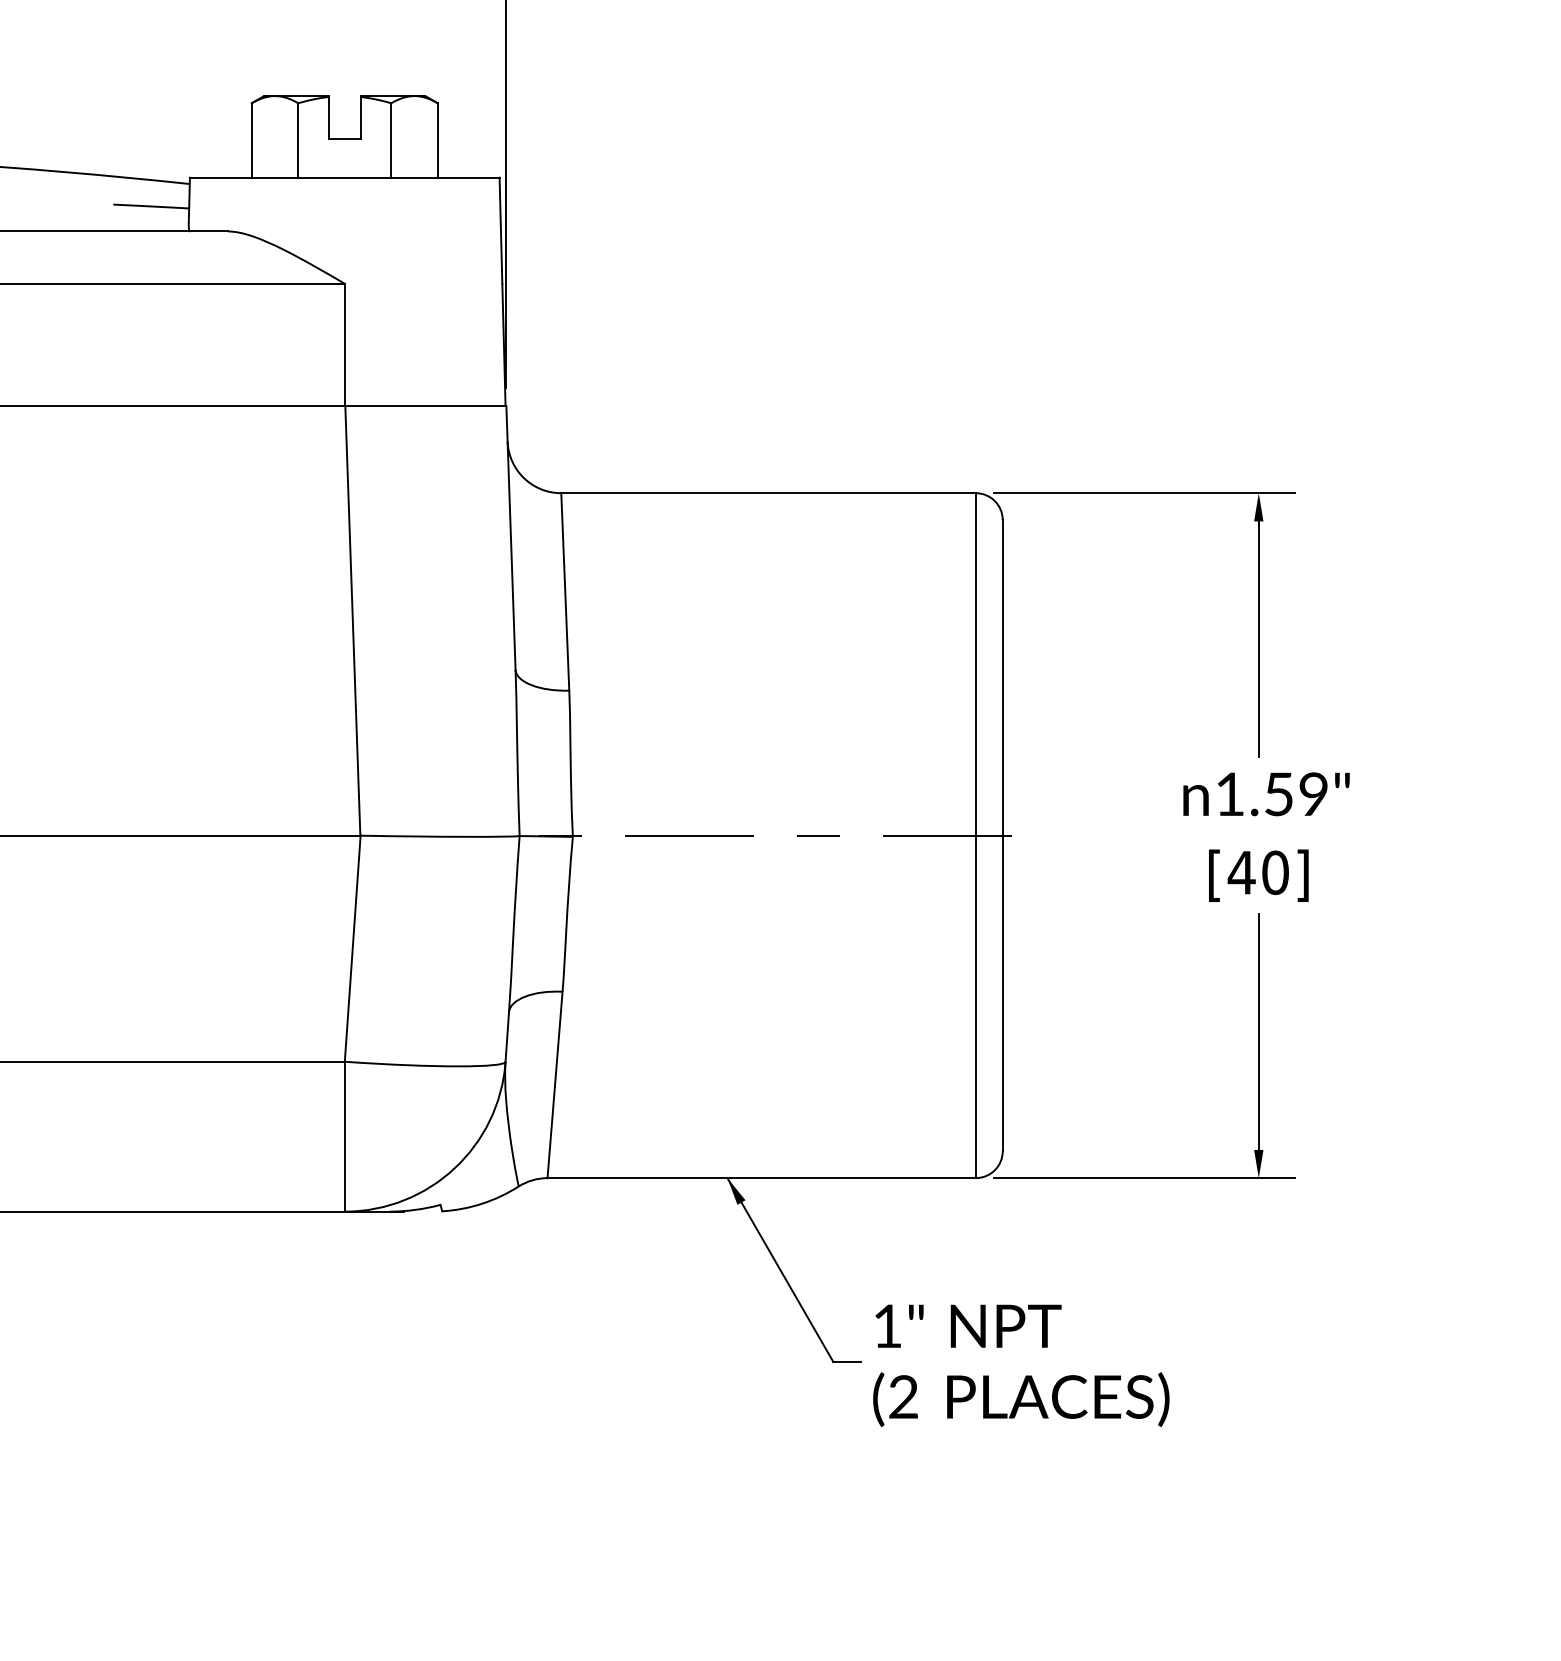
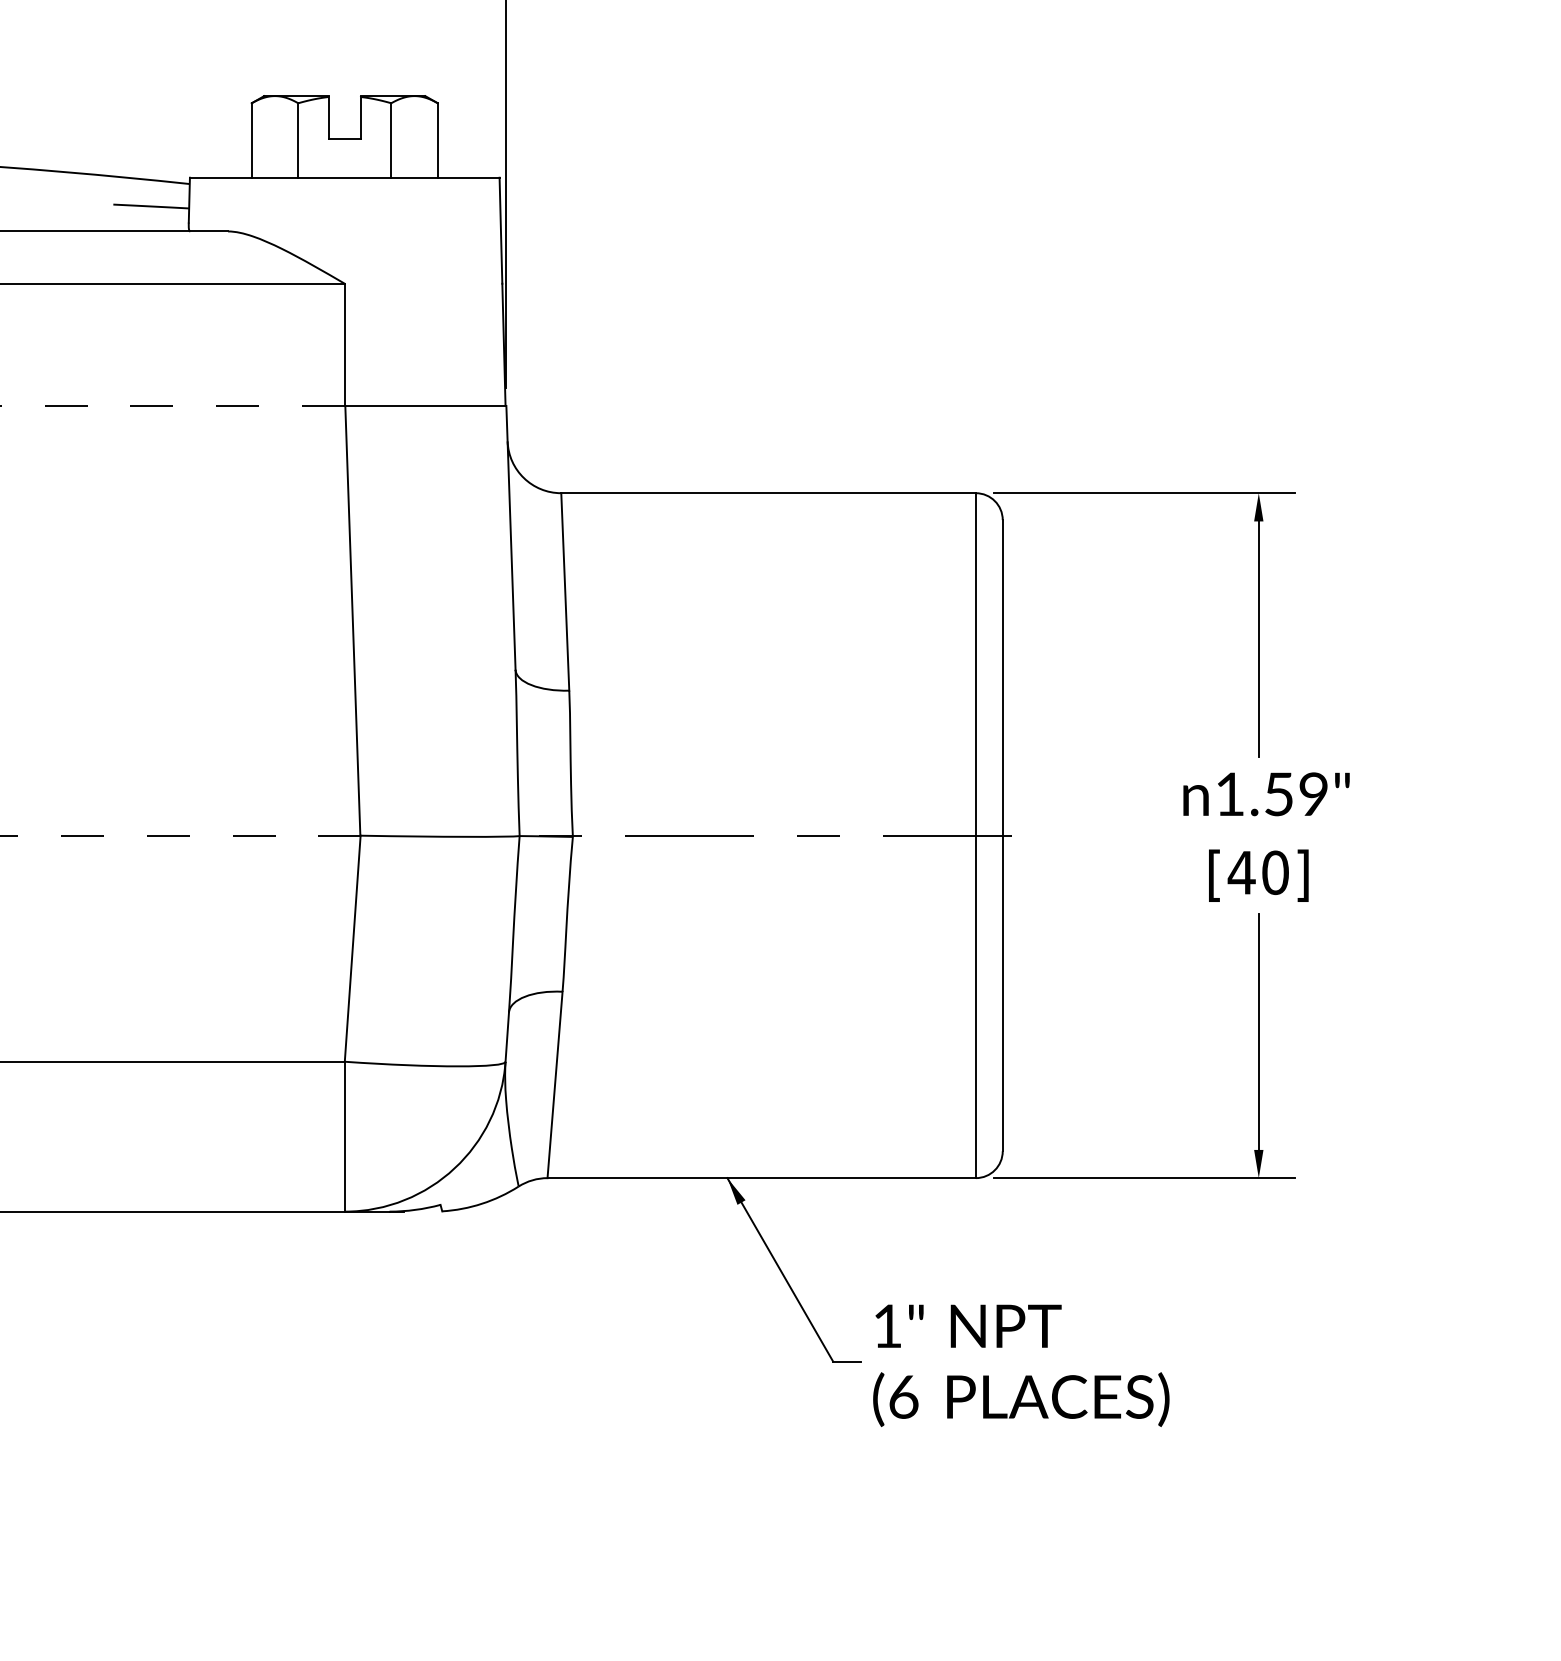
line at (172, 405): solid -> dashed
line at (180, 835): solid -> dashed
text at (903, 1396): (2 -> (6
